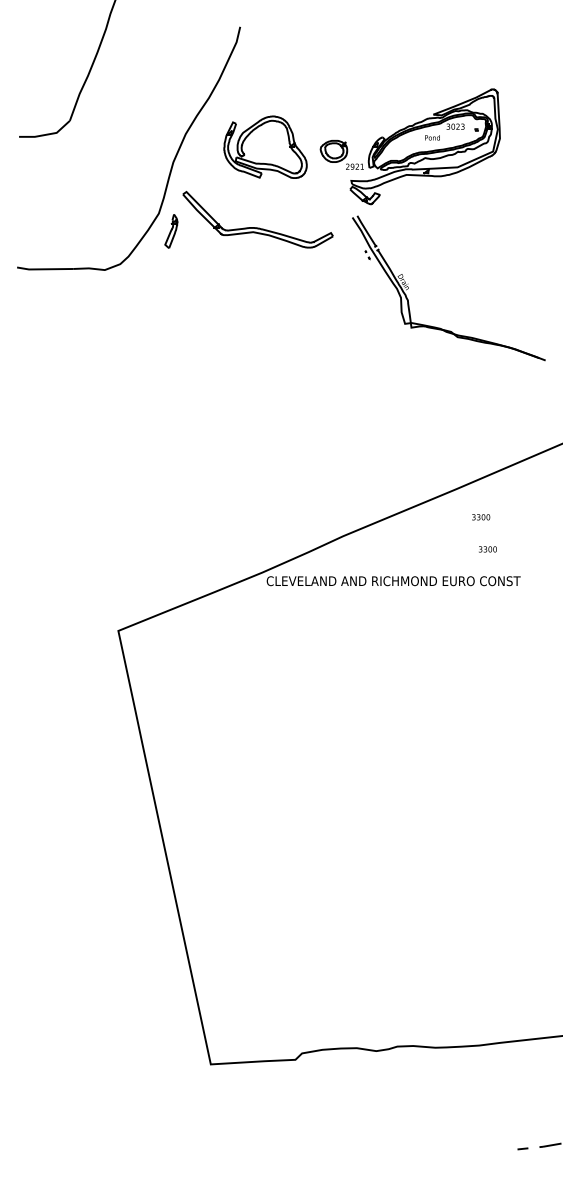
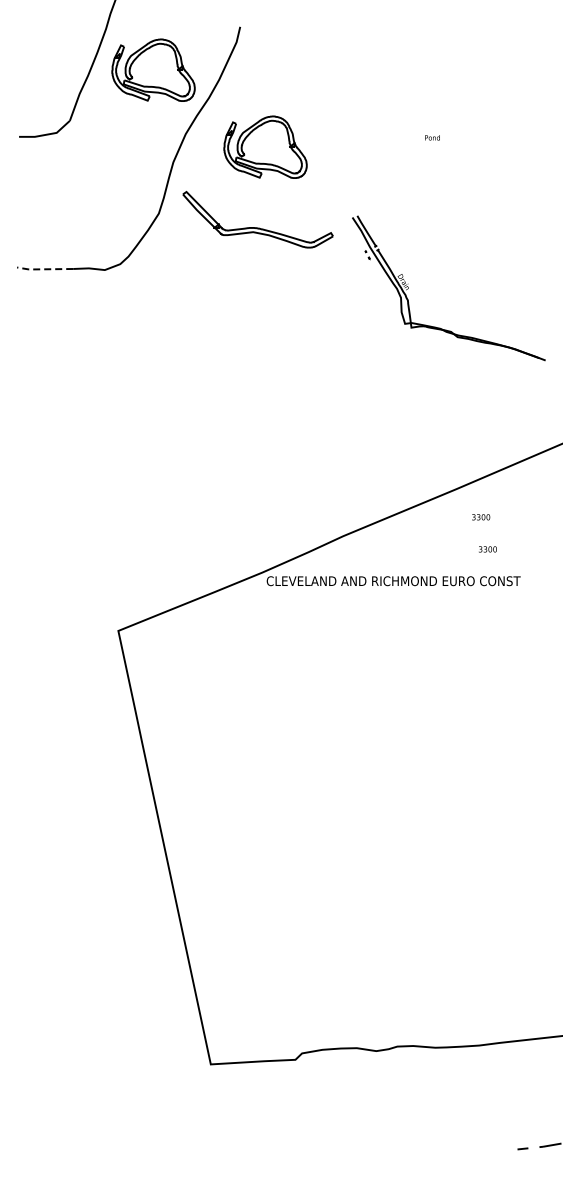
part at (153, 69): none -> present
part at (409, 146): present -> none
part at (171, 231): present -> none
line at (43, 269): solid -> dashed
